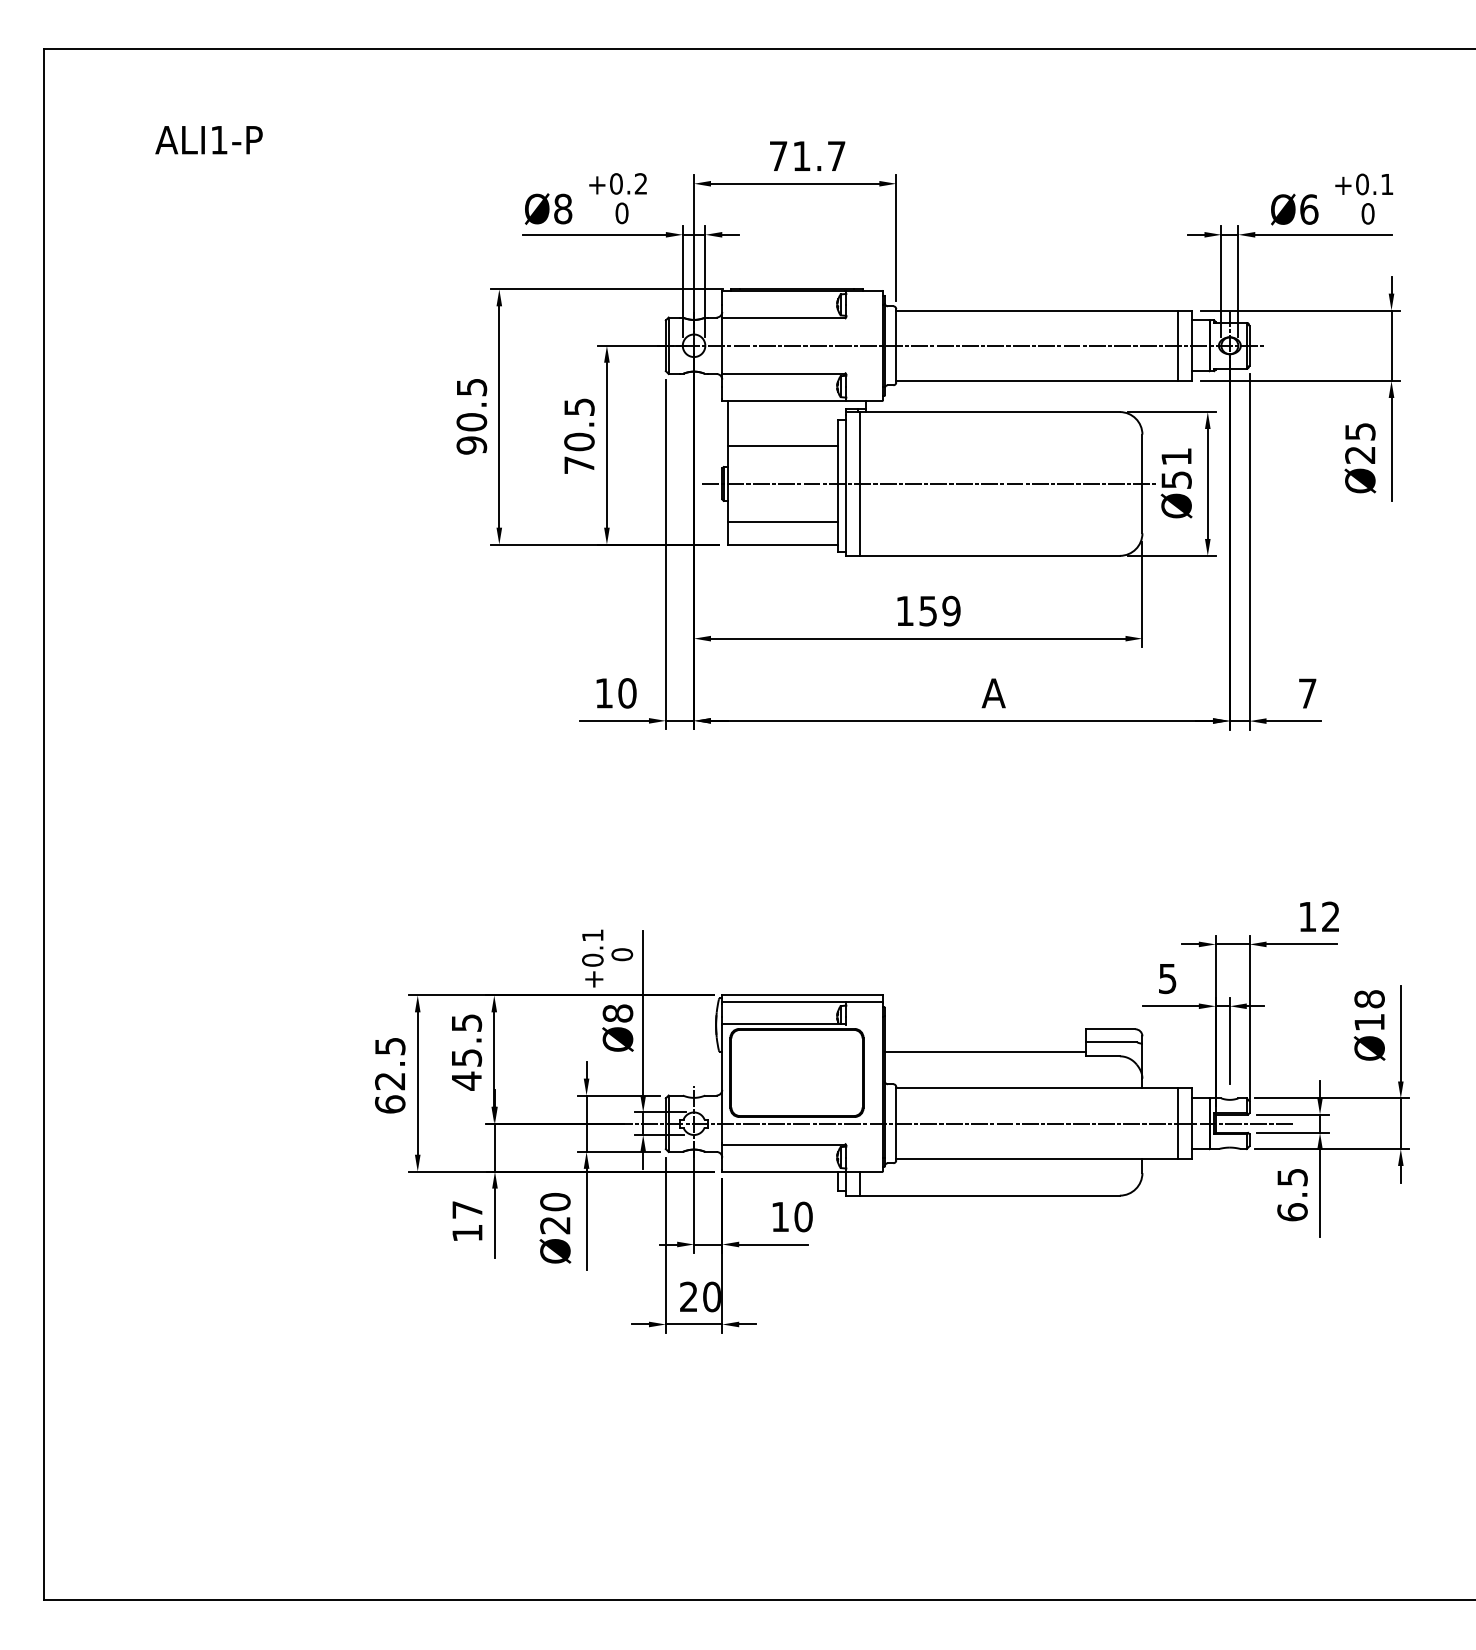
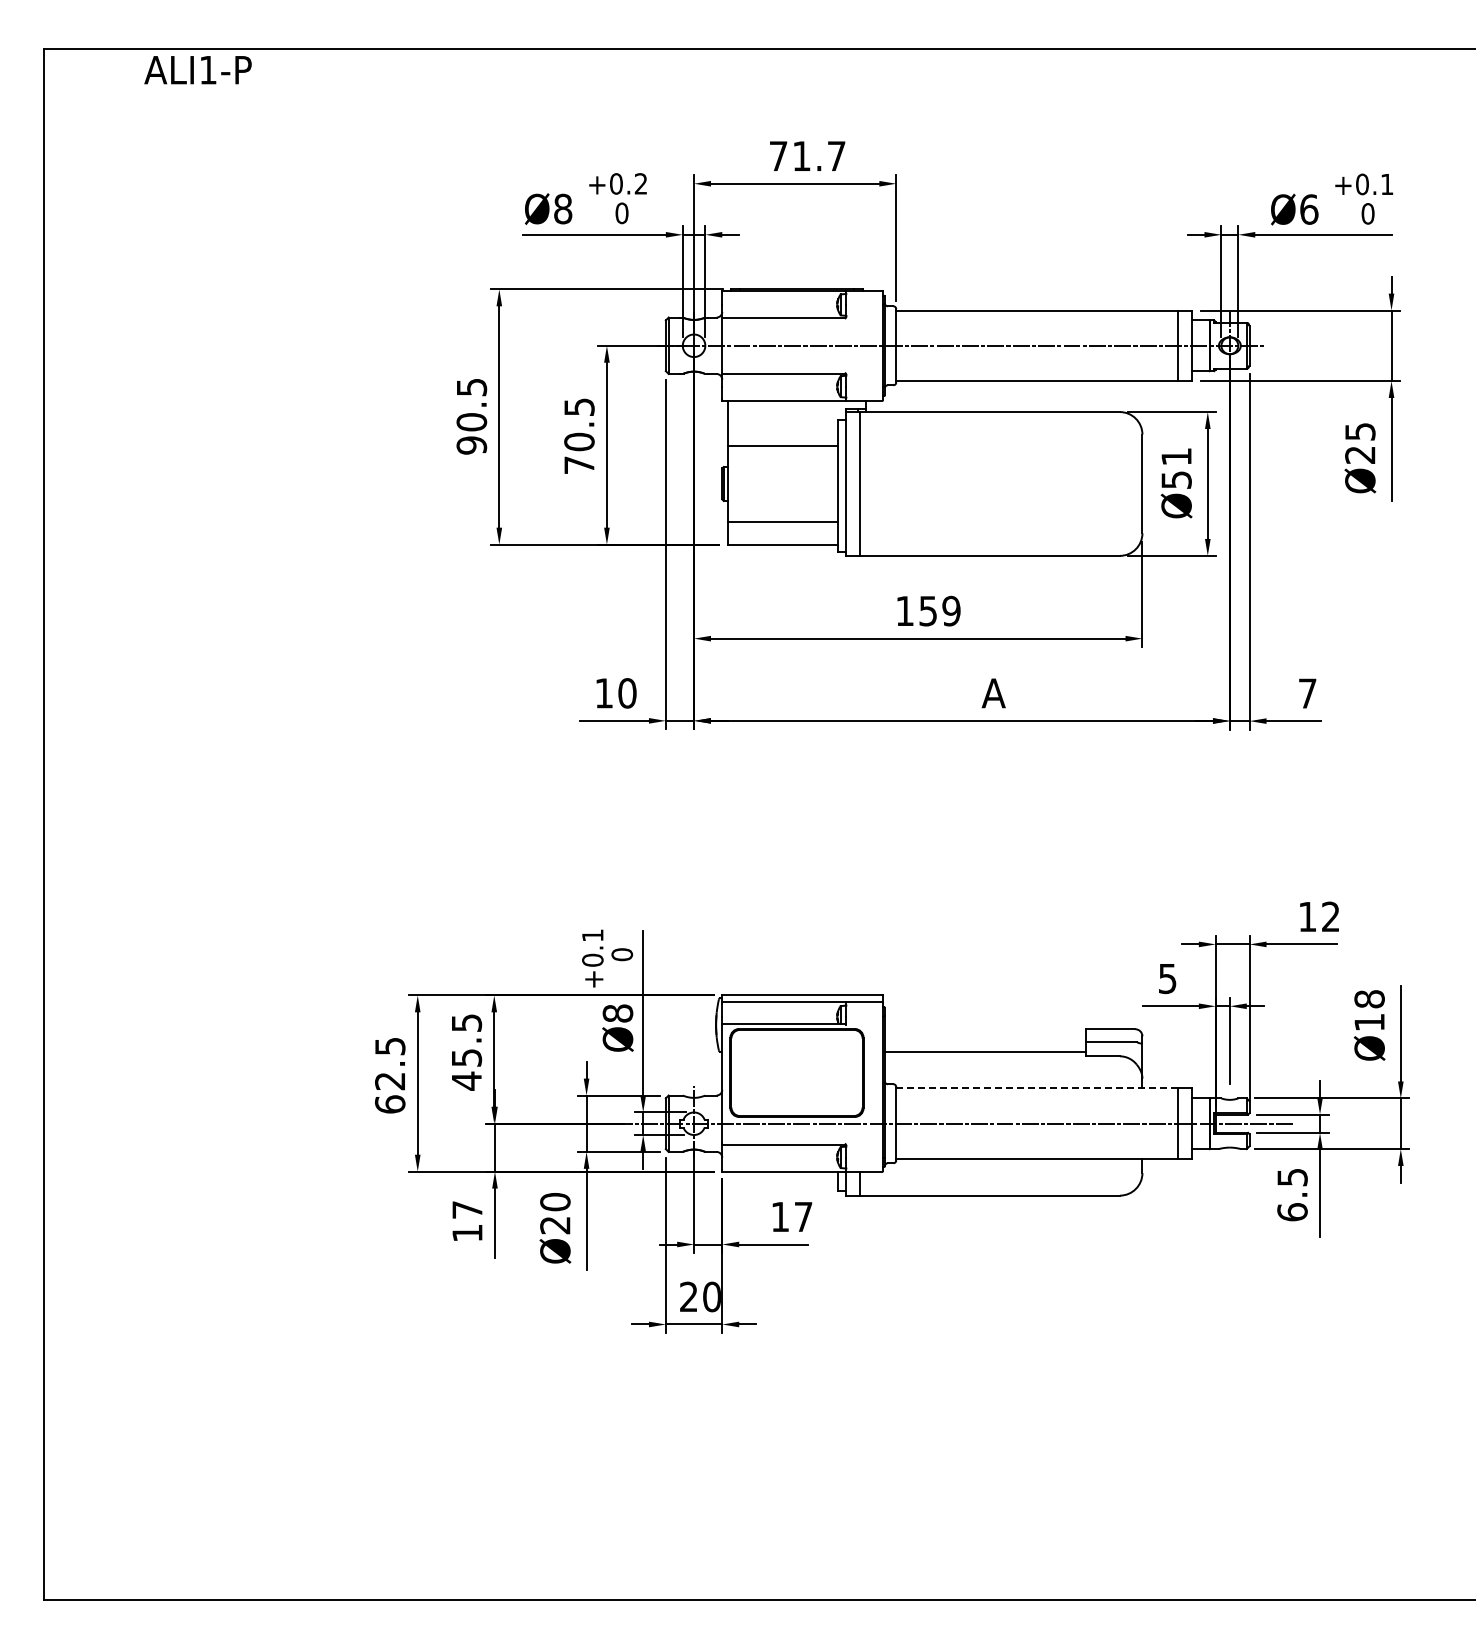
text at (208, 140) position: (208, 140) -> (197, 70)
line at (928, 483): present -> none
line at (1036, 1088): solid -> dashed
text at (803, 1216): 10 -> 17
